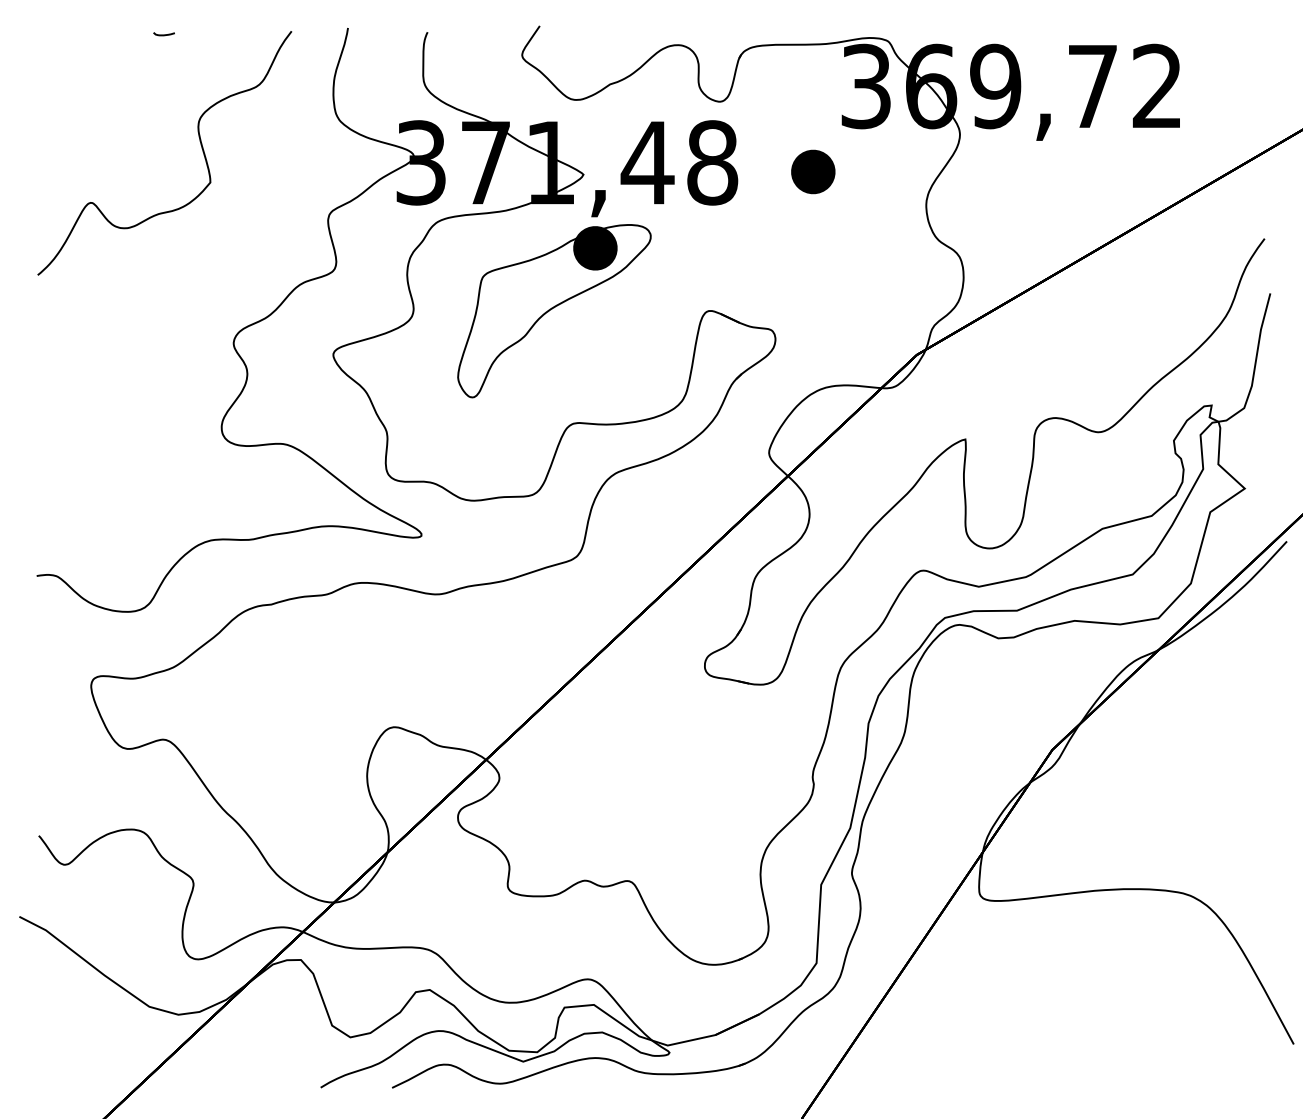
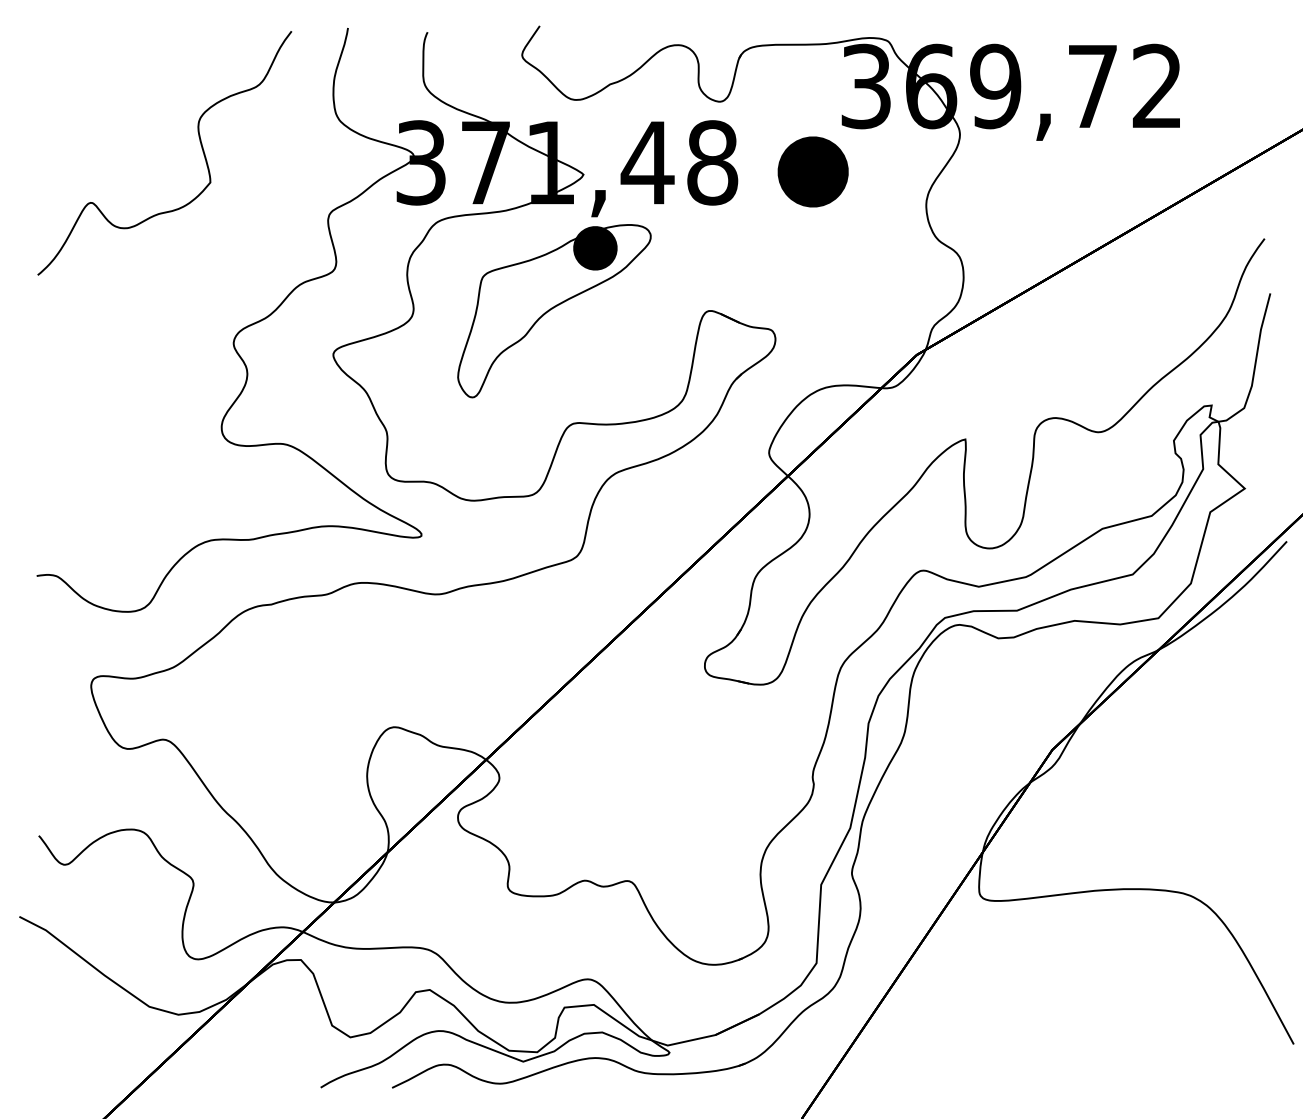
curve at (163, 34): present -> none
part at (813, 171) size: 45x46 px -> 72x72 px
